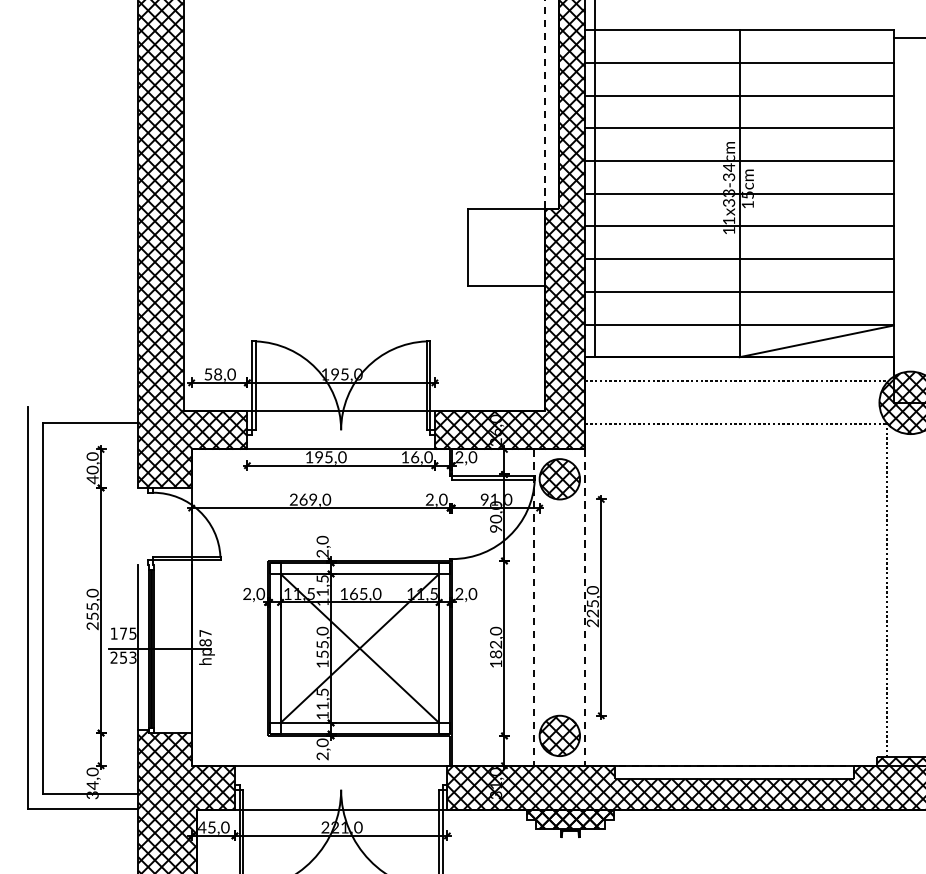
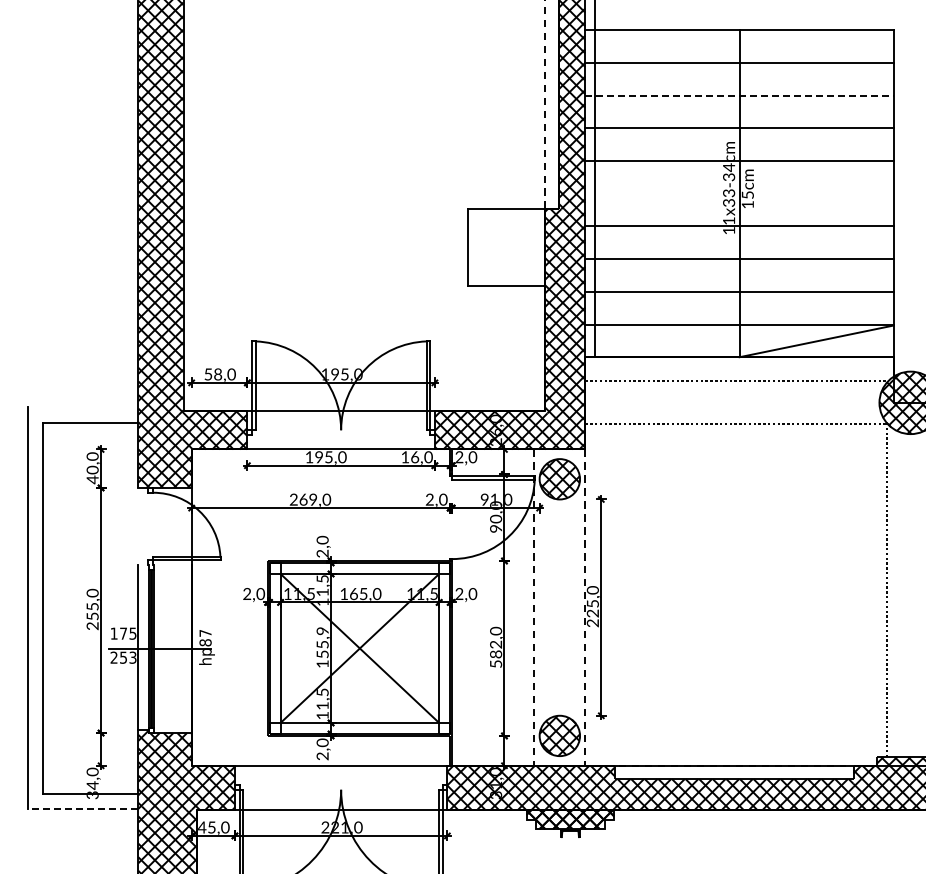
line at (907, 38): present -> none
line at (740, 95): solid -> dashed
line at (739, 193): present -> none
text at (323, 630): 155,0 -> 155,9
text at (496, 663): 182,0 -> 582,0
line at (82, 809): solid -> dashed
